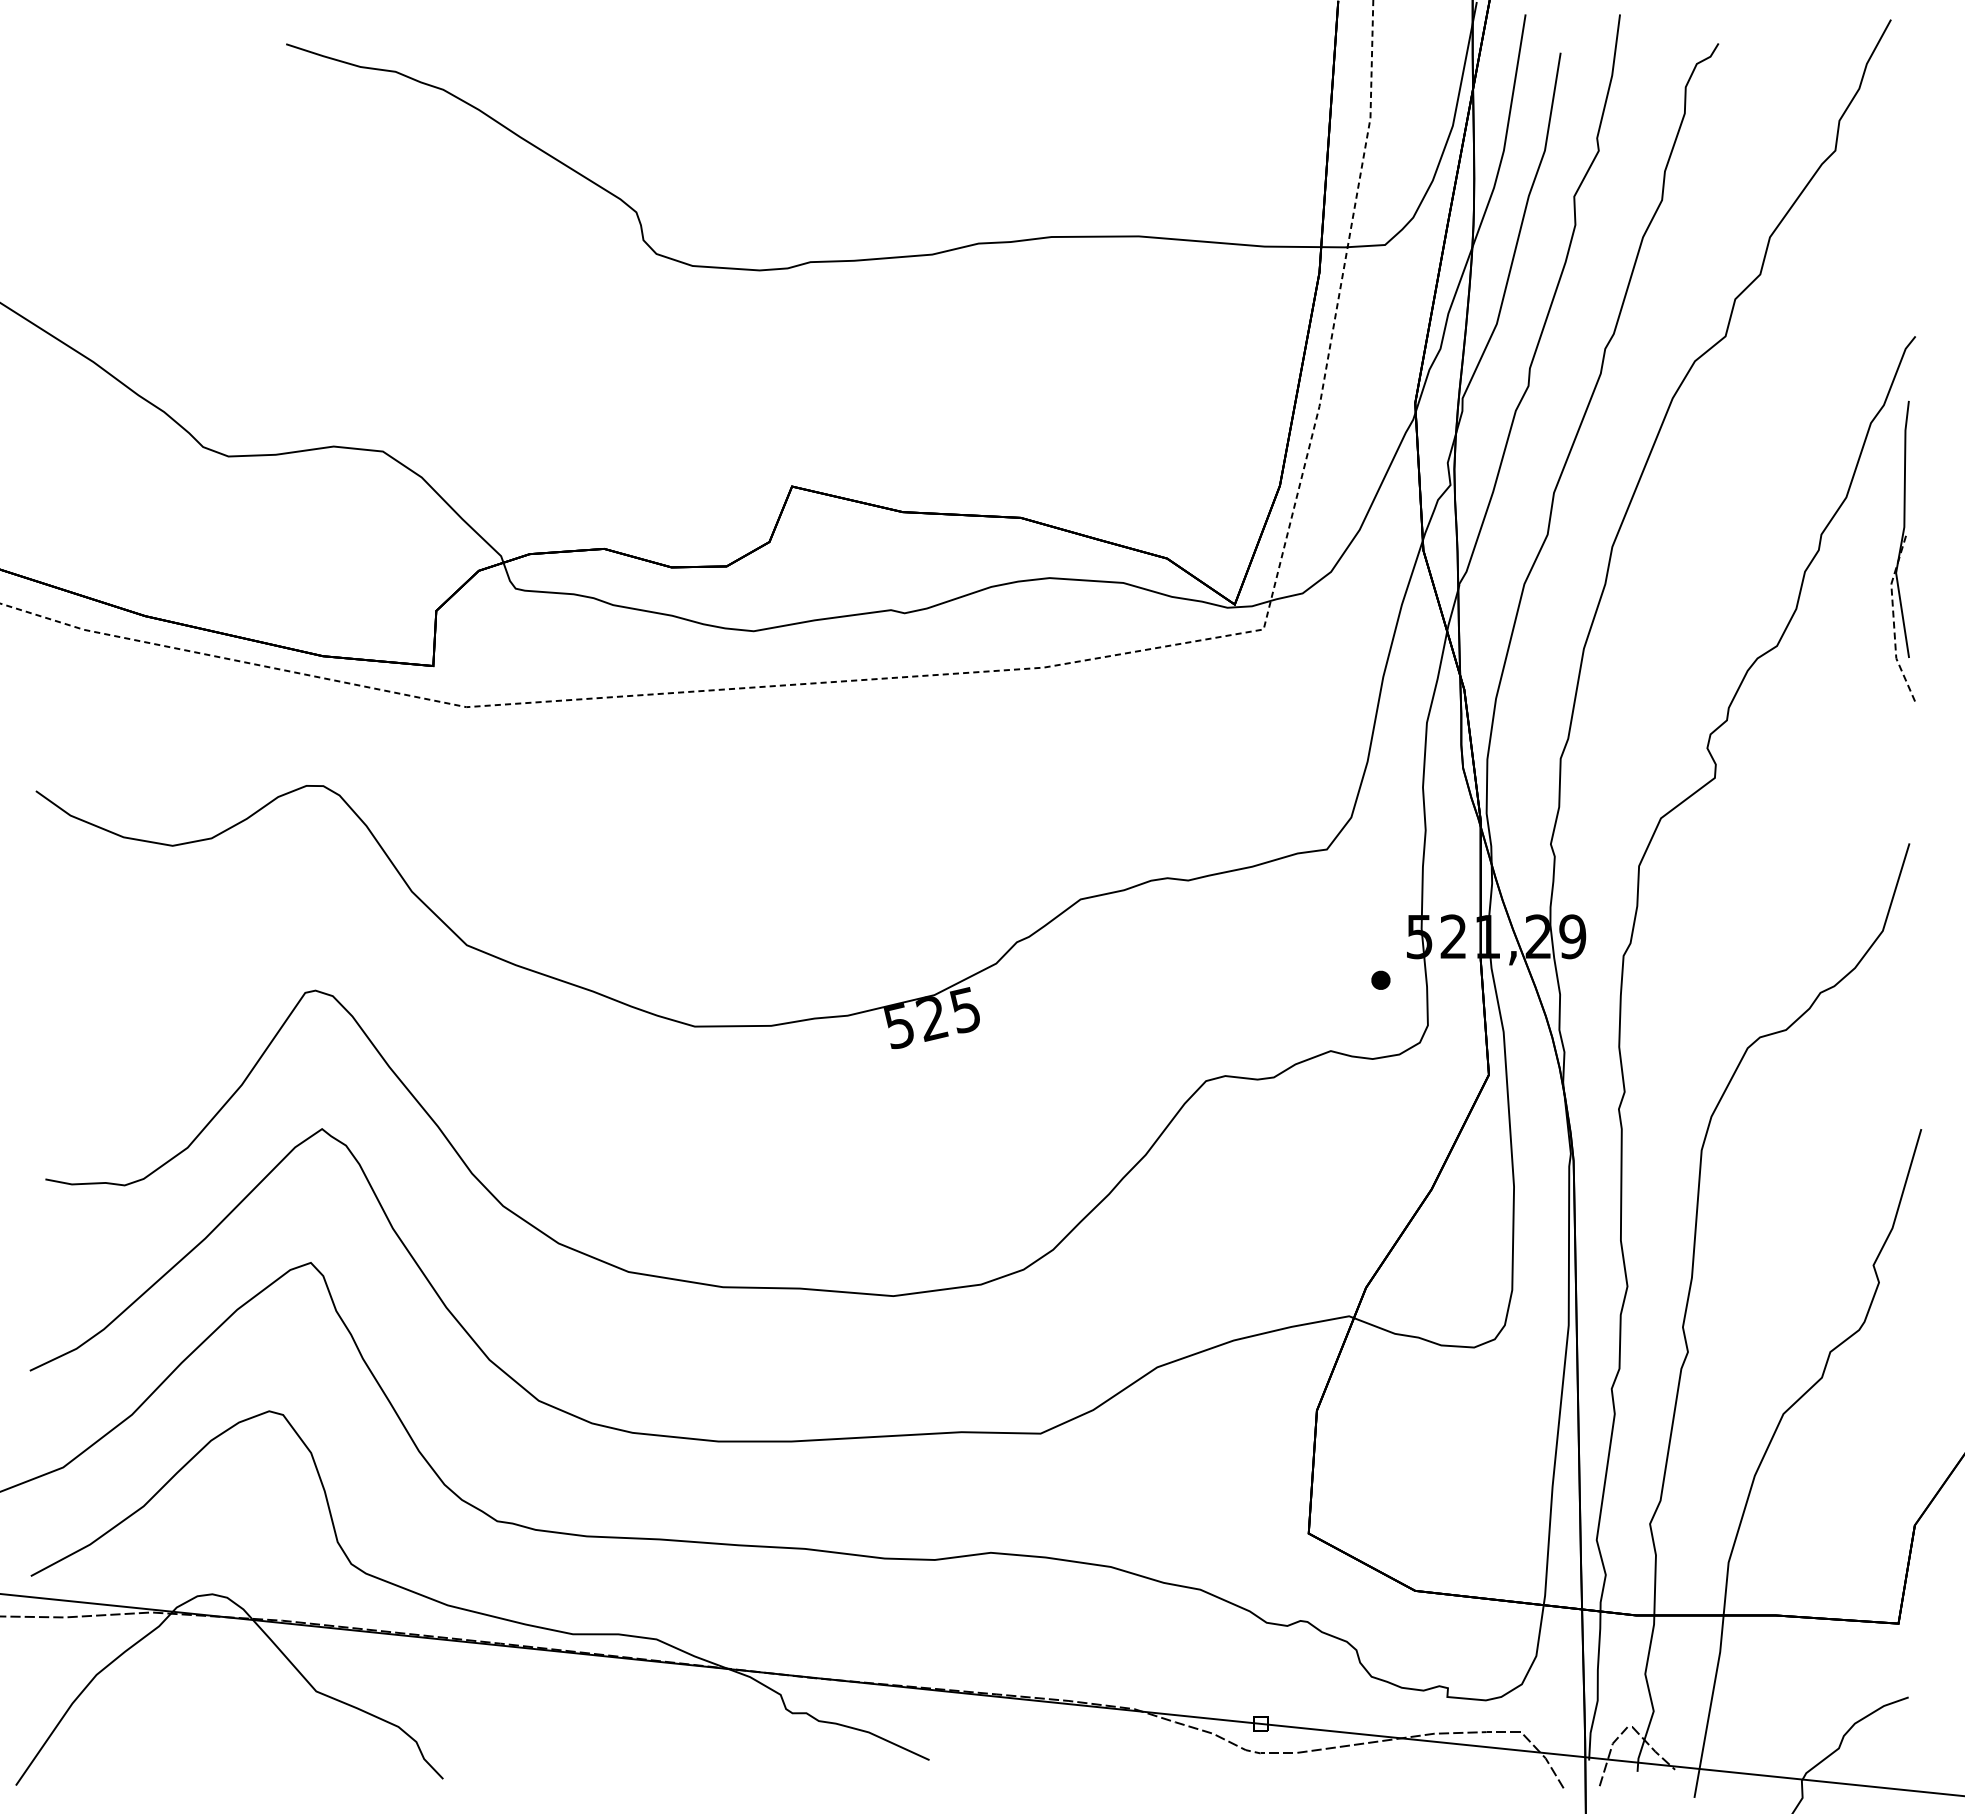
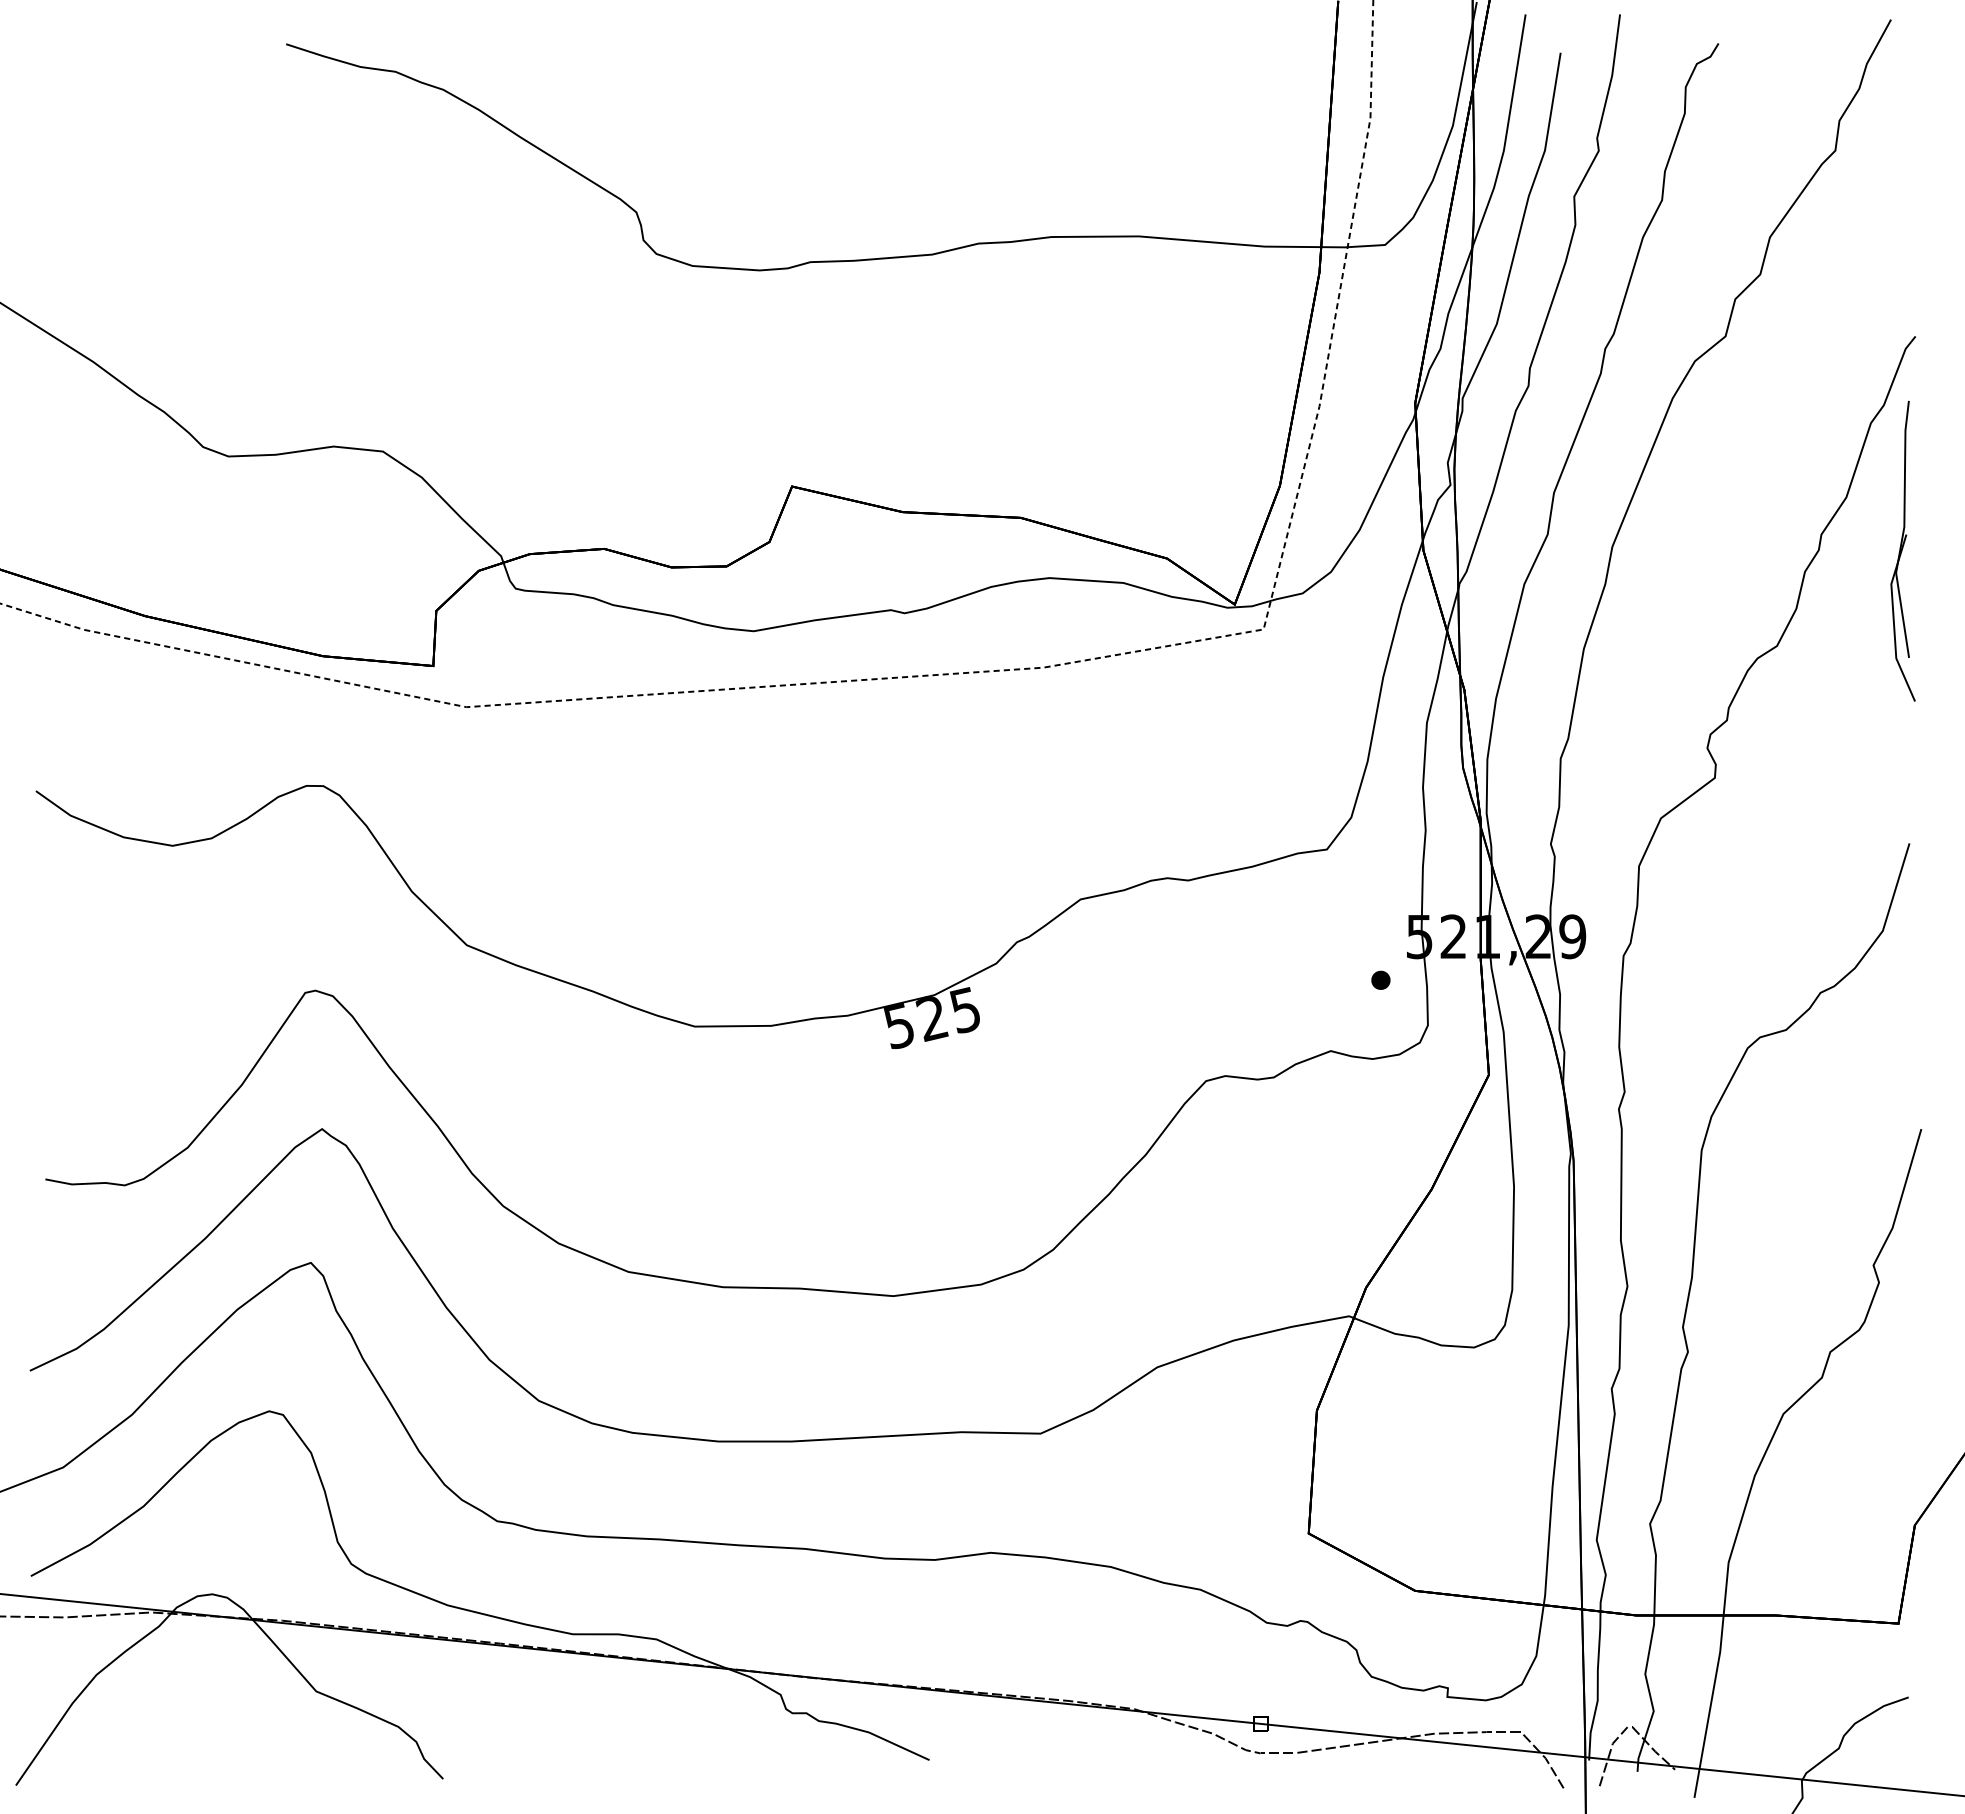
line at (1893, 618): dashed -> solid
